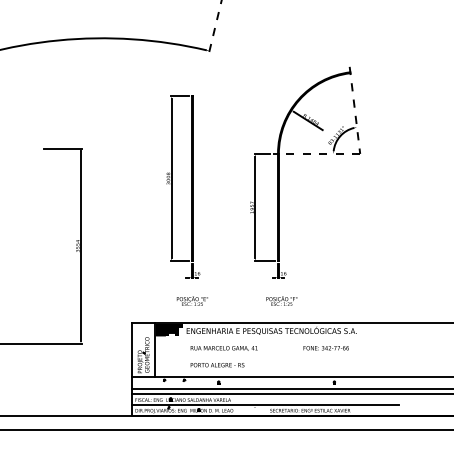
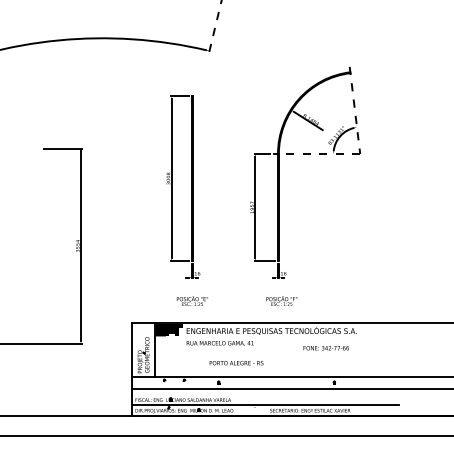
text at (223, 348) position: (223, 348) -> (219, 343)
text at (217, 365) position: (217, 365) -> (236, 363)
line at (291, 394): present -> none
line at (226, 429) position: (226, 429) -> (226, 435)
